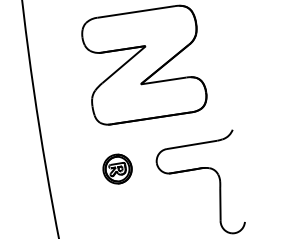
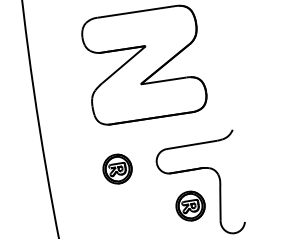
part at (190, 205): none -> present
